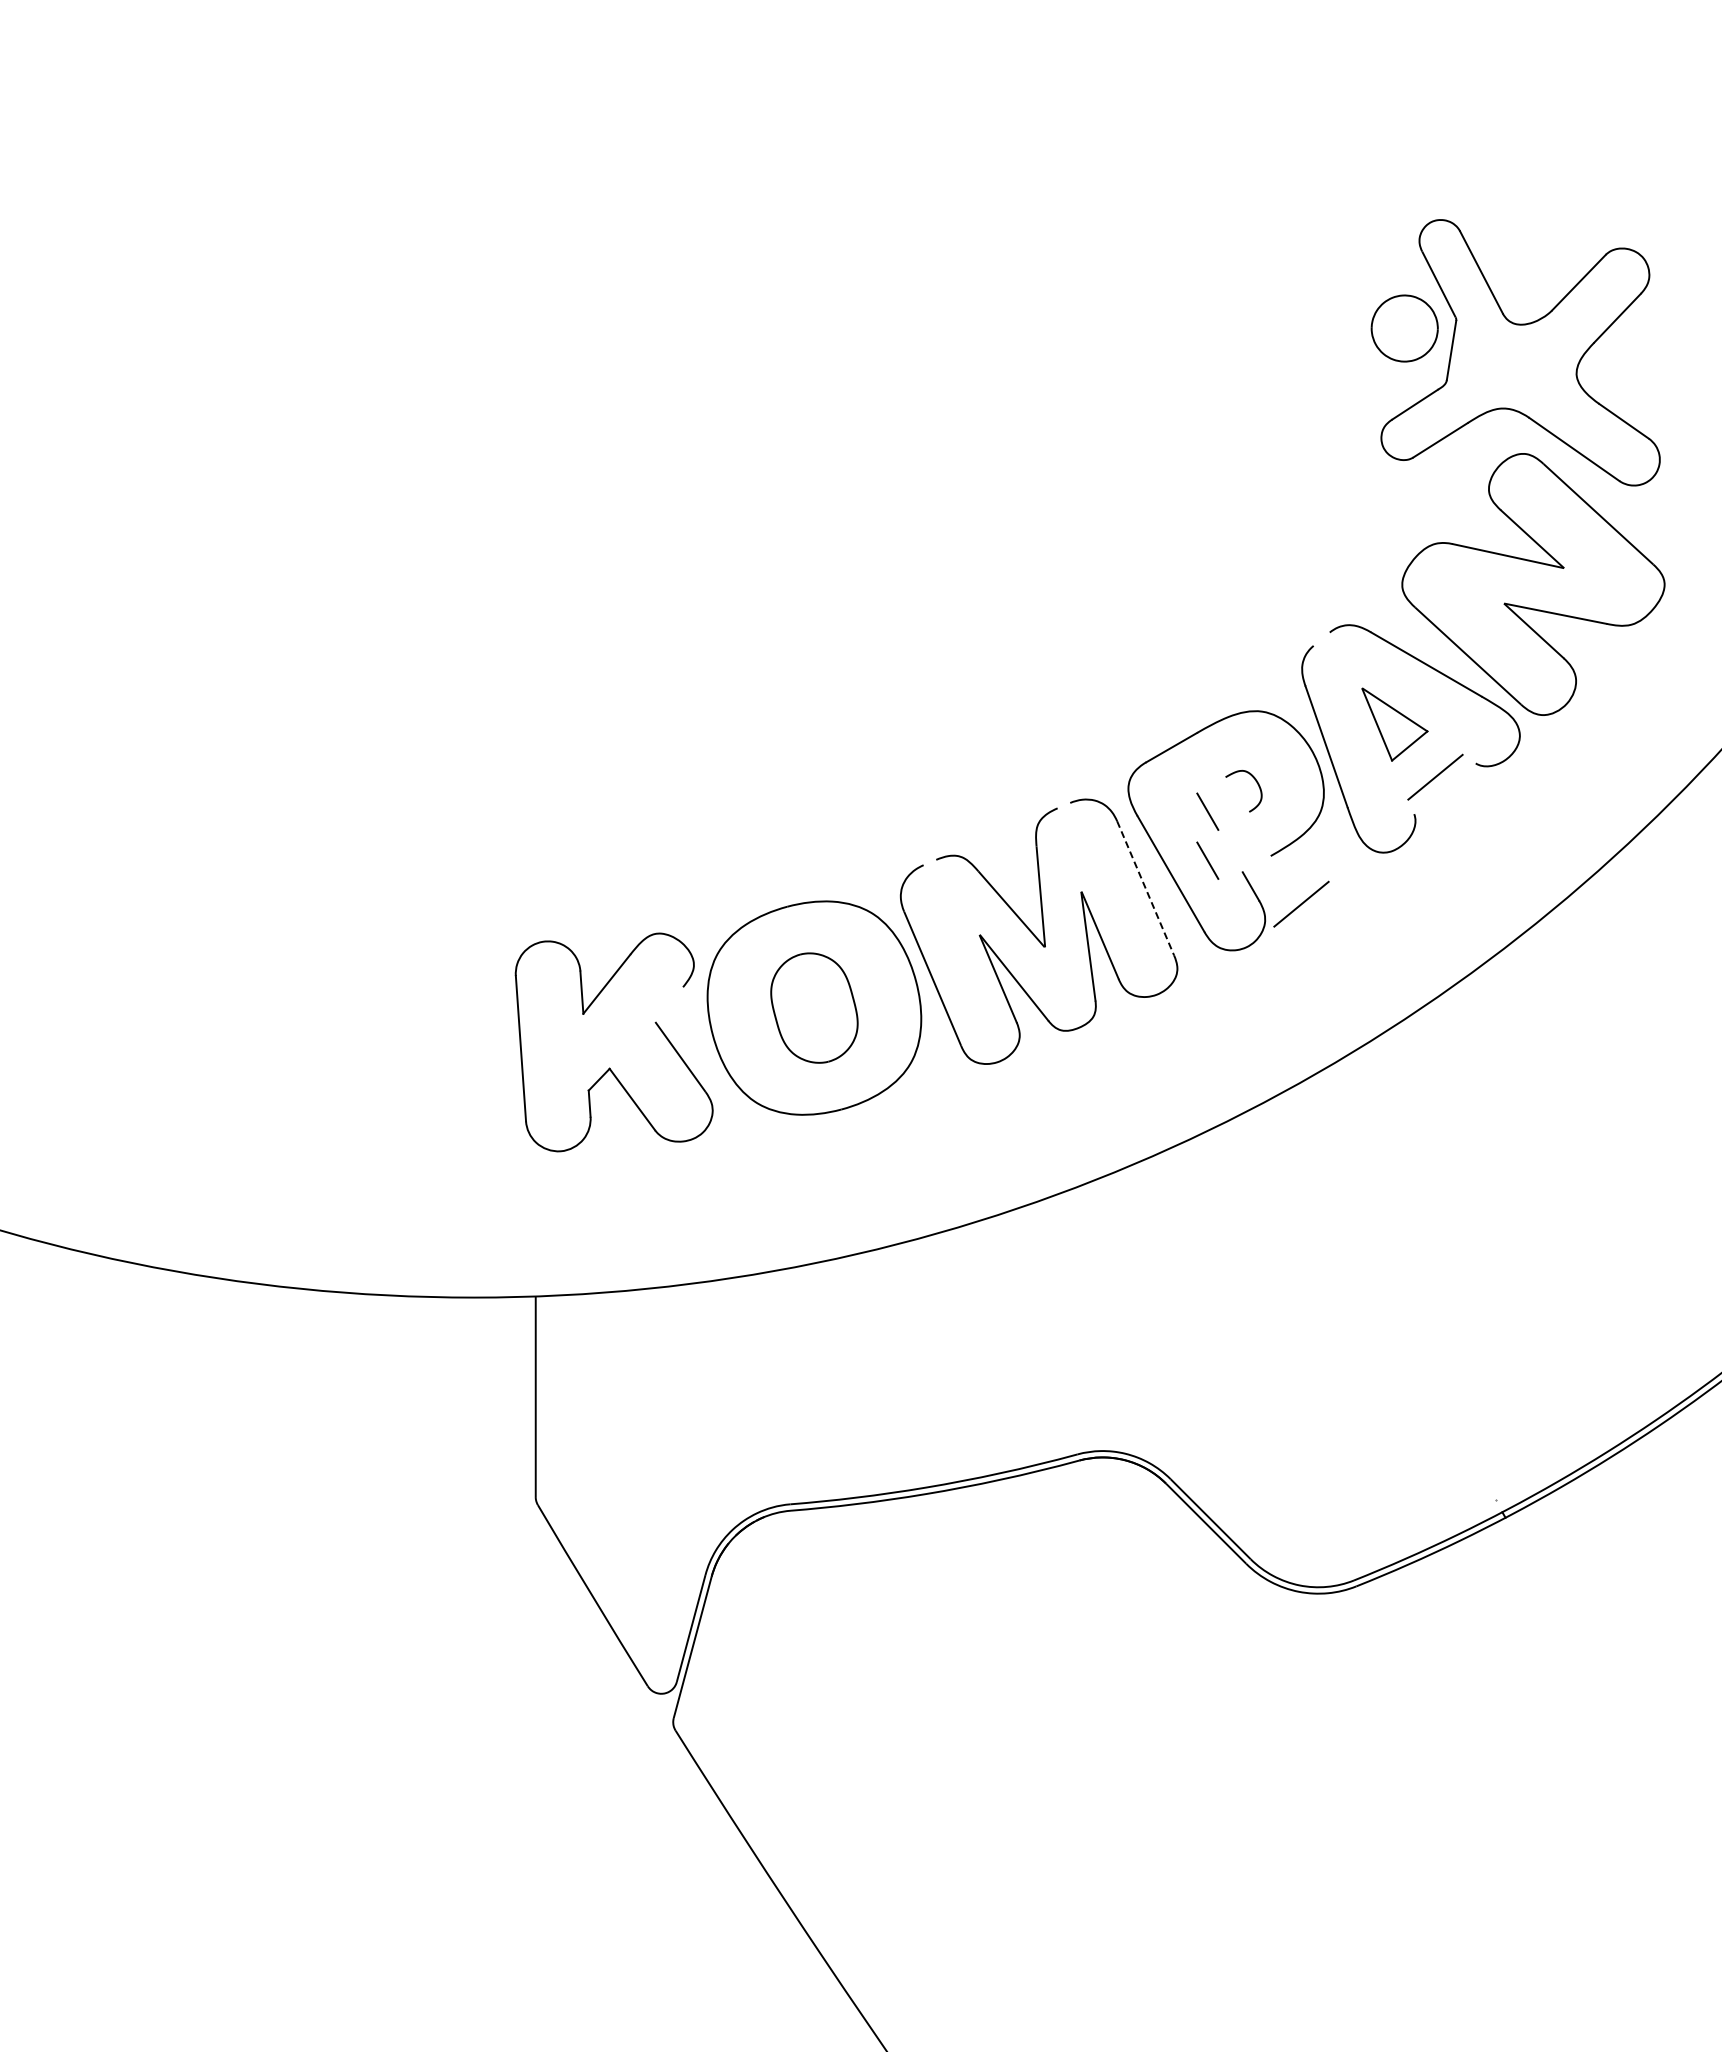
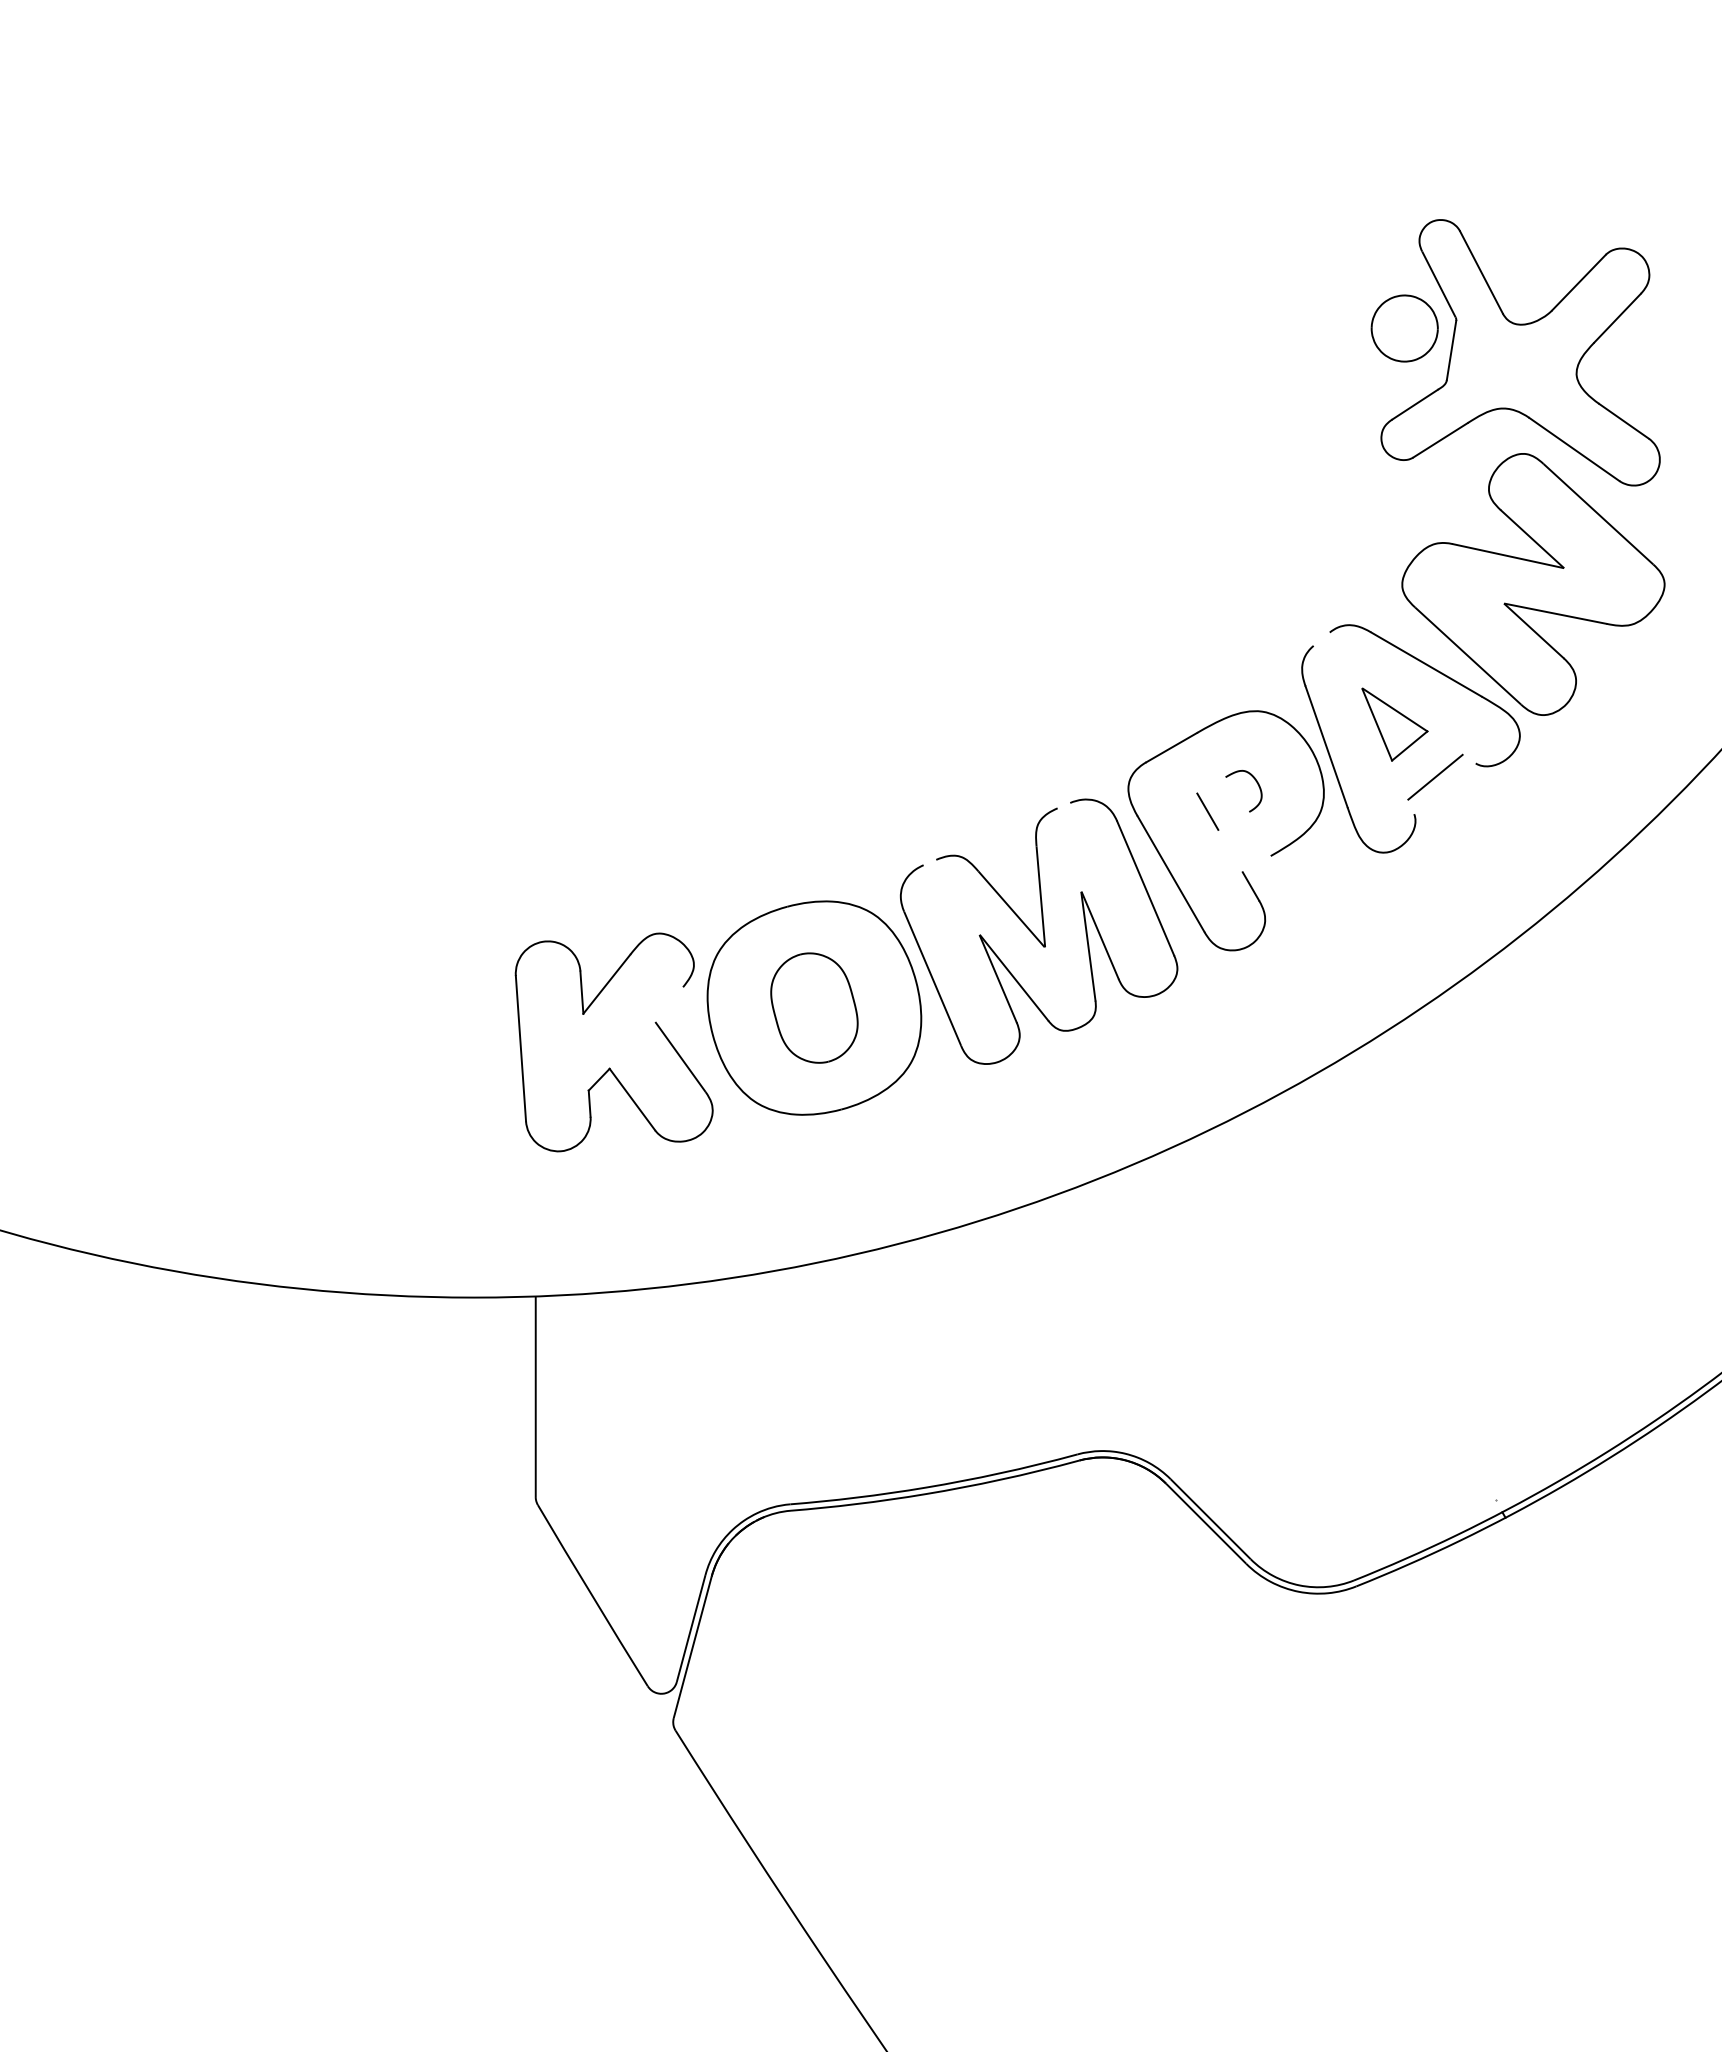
line at (1207, 860): present -> none
line at (1145, 888): dashed -> solid
line at (1301, 903): present -> none
